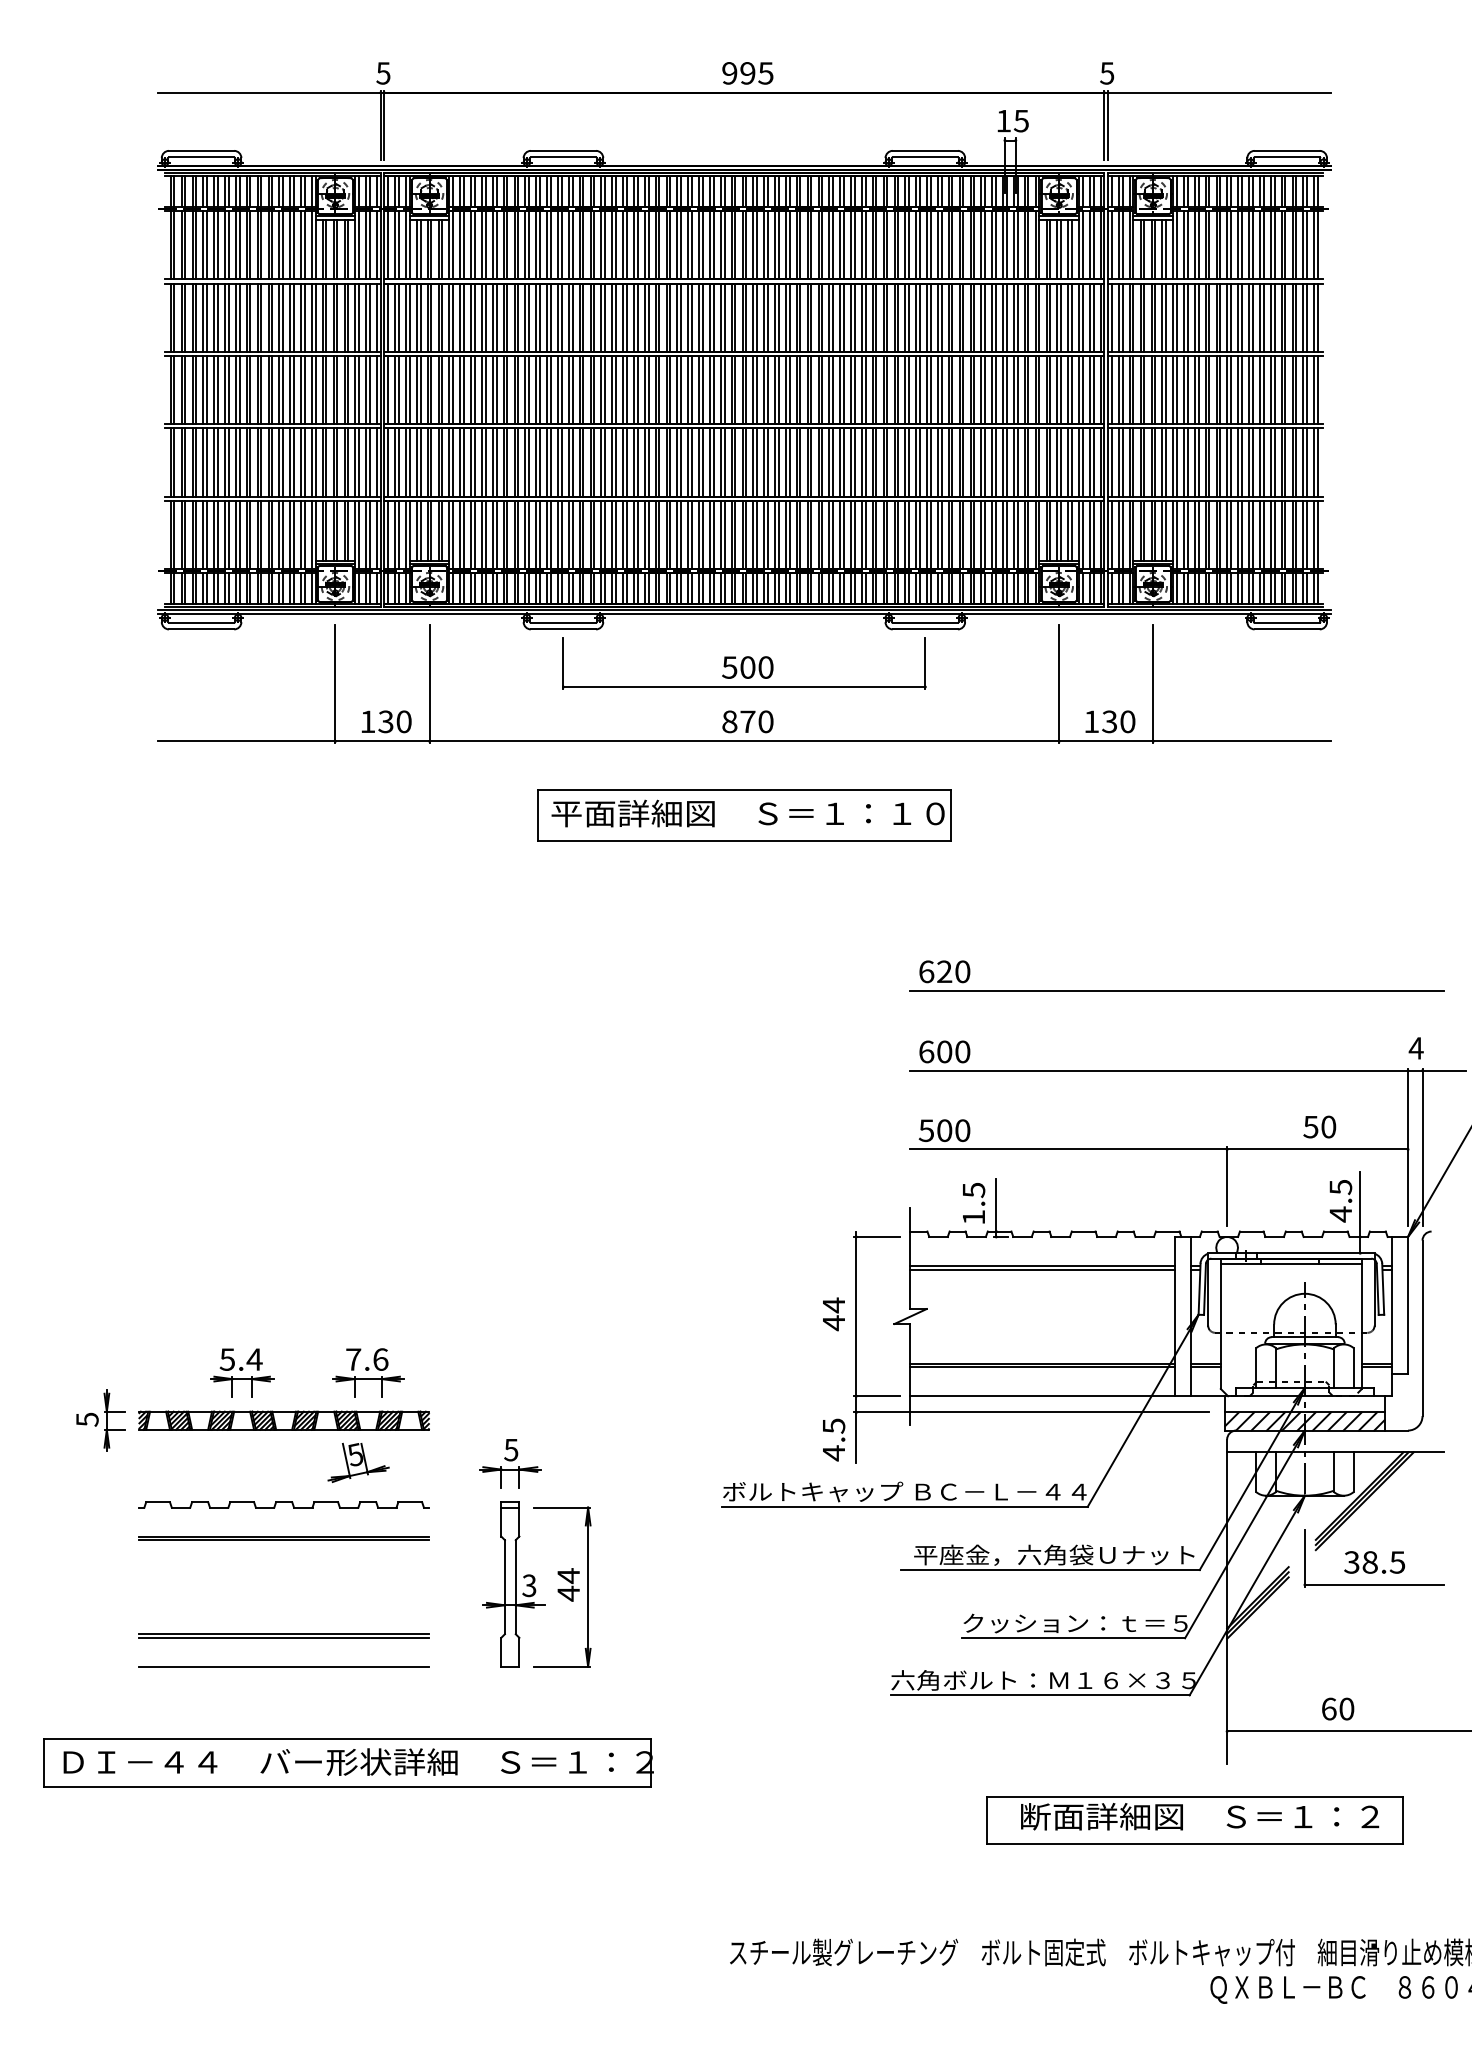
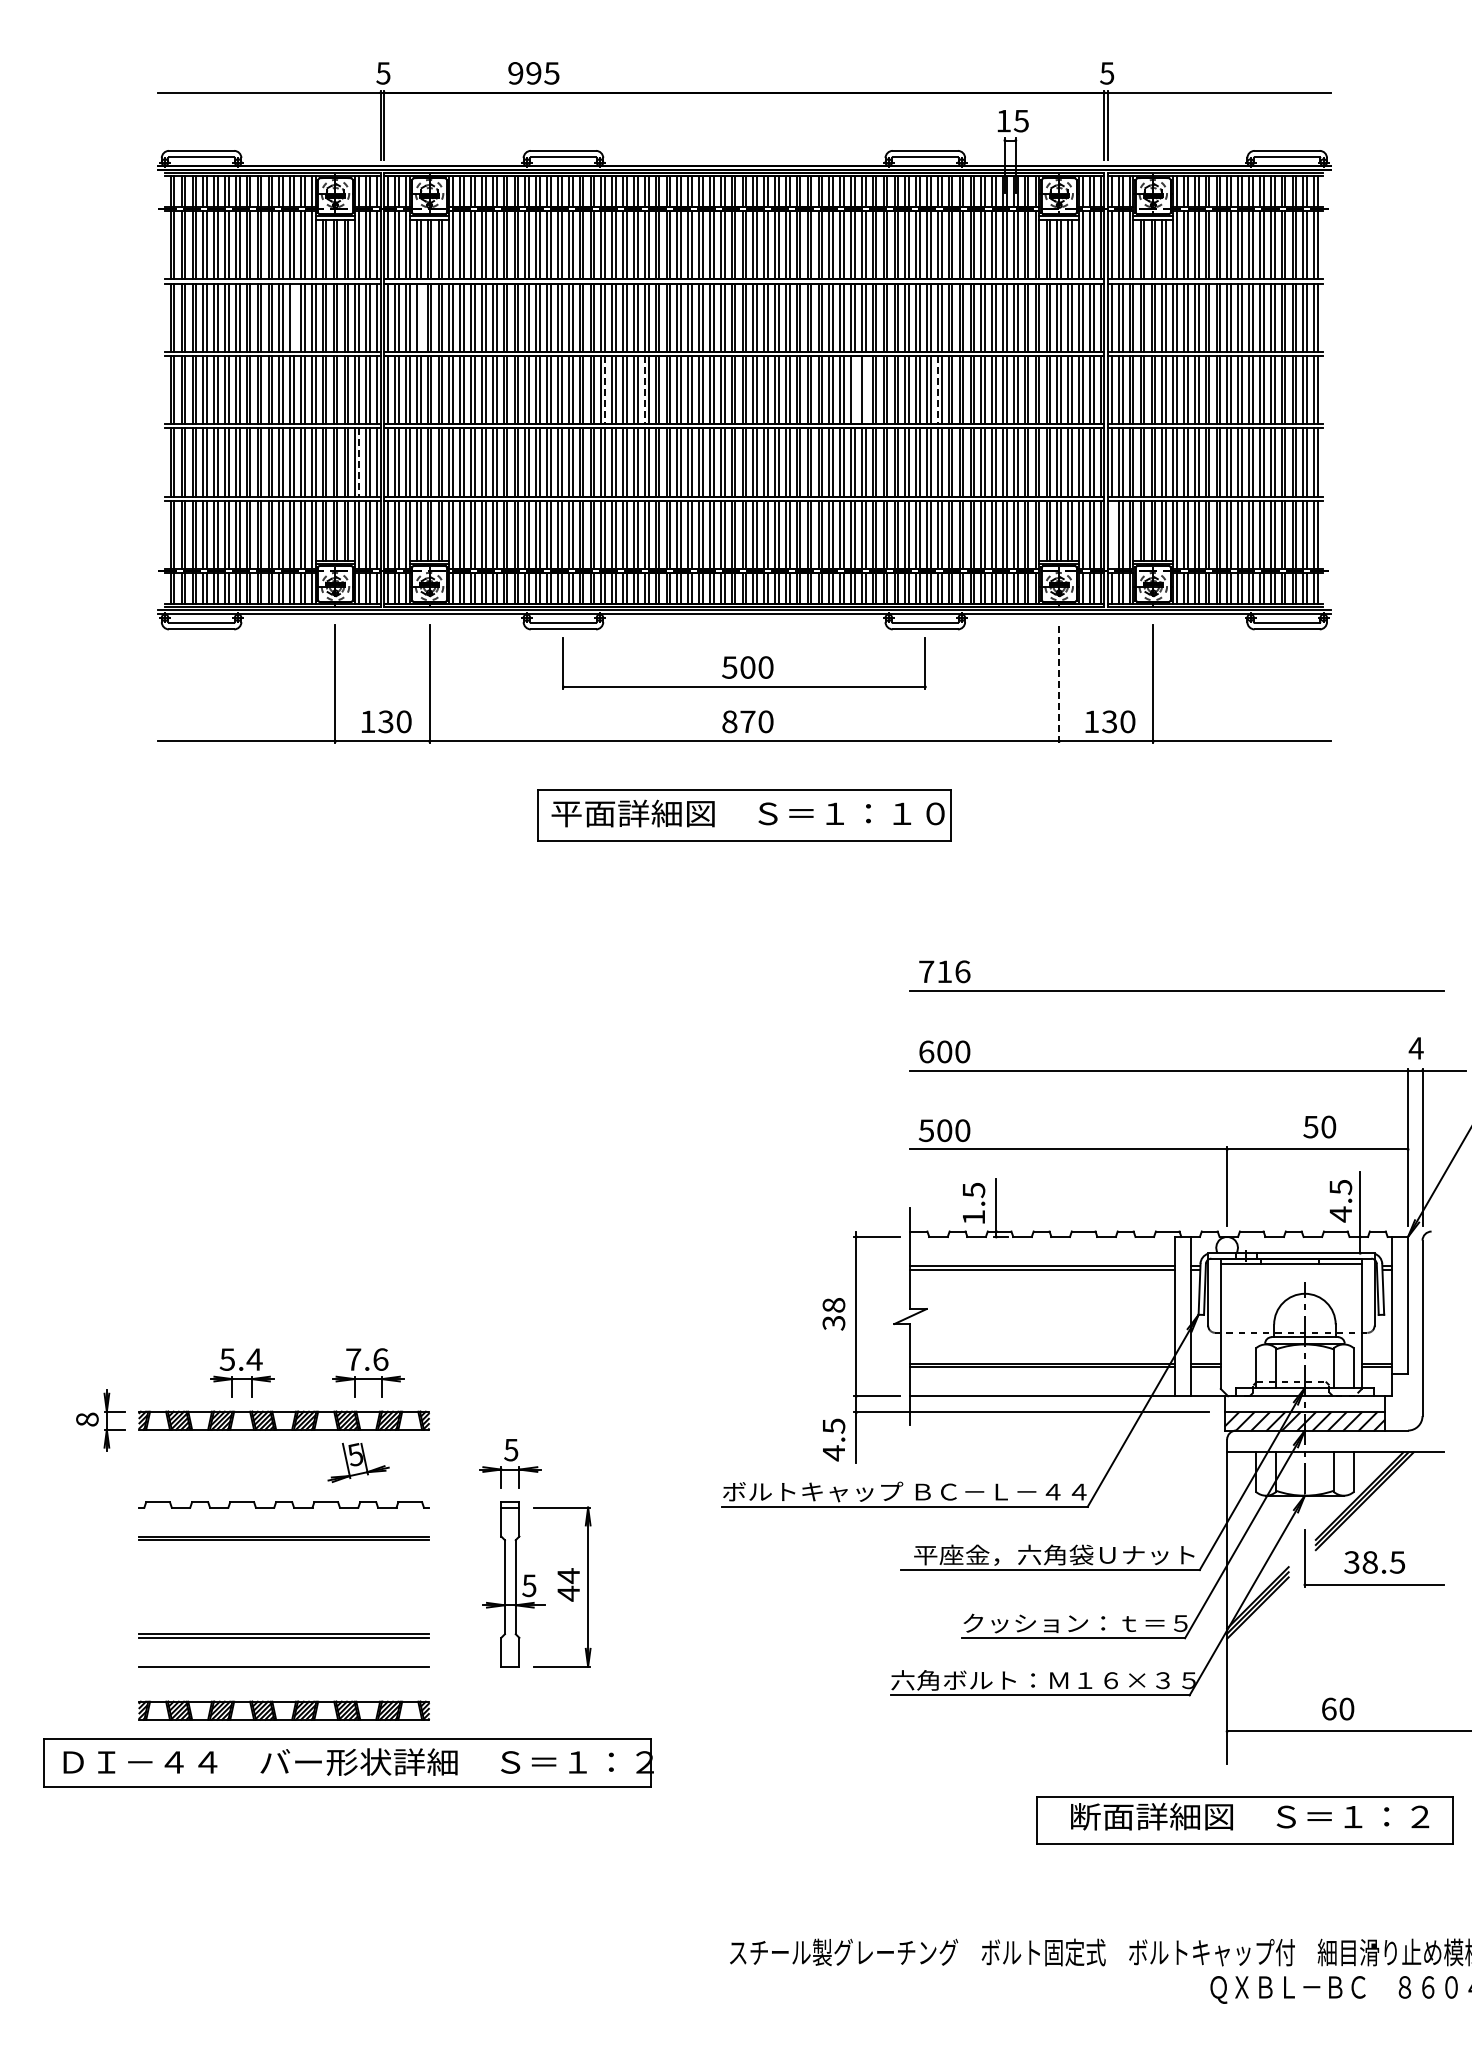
text at (747, 73) position: (747, 73) -> (533, 73)
line at (293, 317): present -> none
line at (420, 317): present -> none
line at (605, 390): solid -> dashed
line at (644, 390): solid -> dashed
line at (854, 390): present -> none
line at (865, 390): present -> none
line at (937, 390): solid -> dashed
line at (359, 462): solid -> dashed
line at (1111, 534): present -> none
line at (1059, 683): solid -> dashed
text at (944, 971): 620 -> 716
text at (833, 1314): 44 -> 38
text at (87, 1419): 5 -> 8
text at (529, 1585): 3 -> 5
part at (283, 1710): none -> present
part at (1194, 1820) position: (1194, 1820) -> (1244, 1820)
